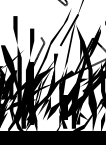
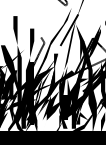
fill at (69, 99): none -> present
fill at (52, 105): none -> present
